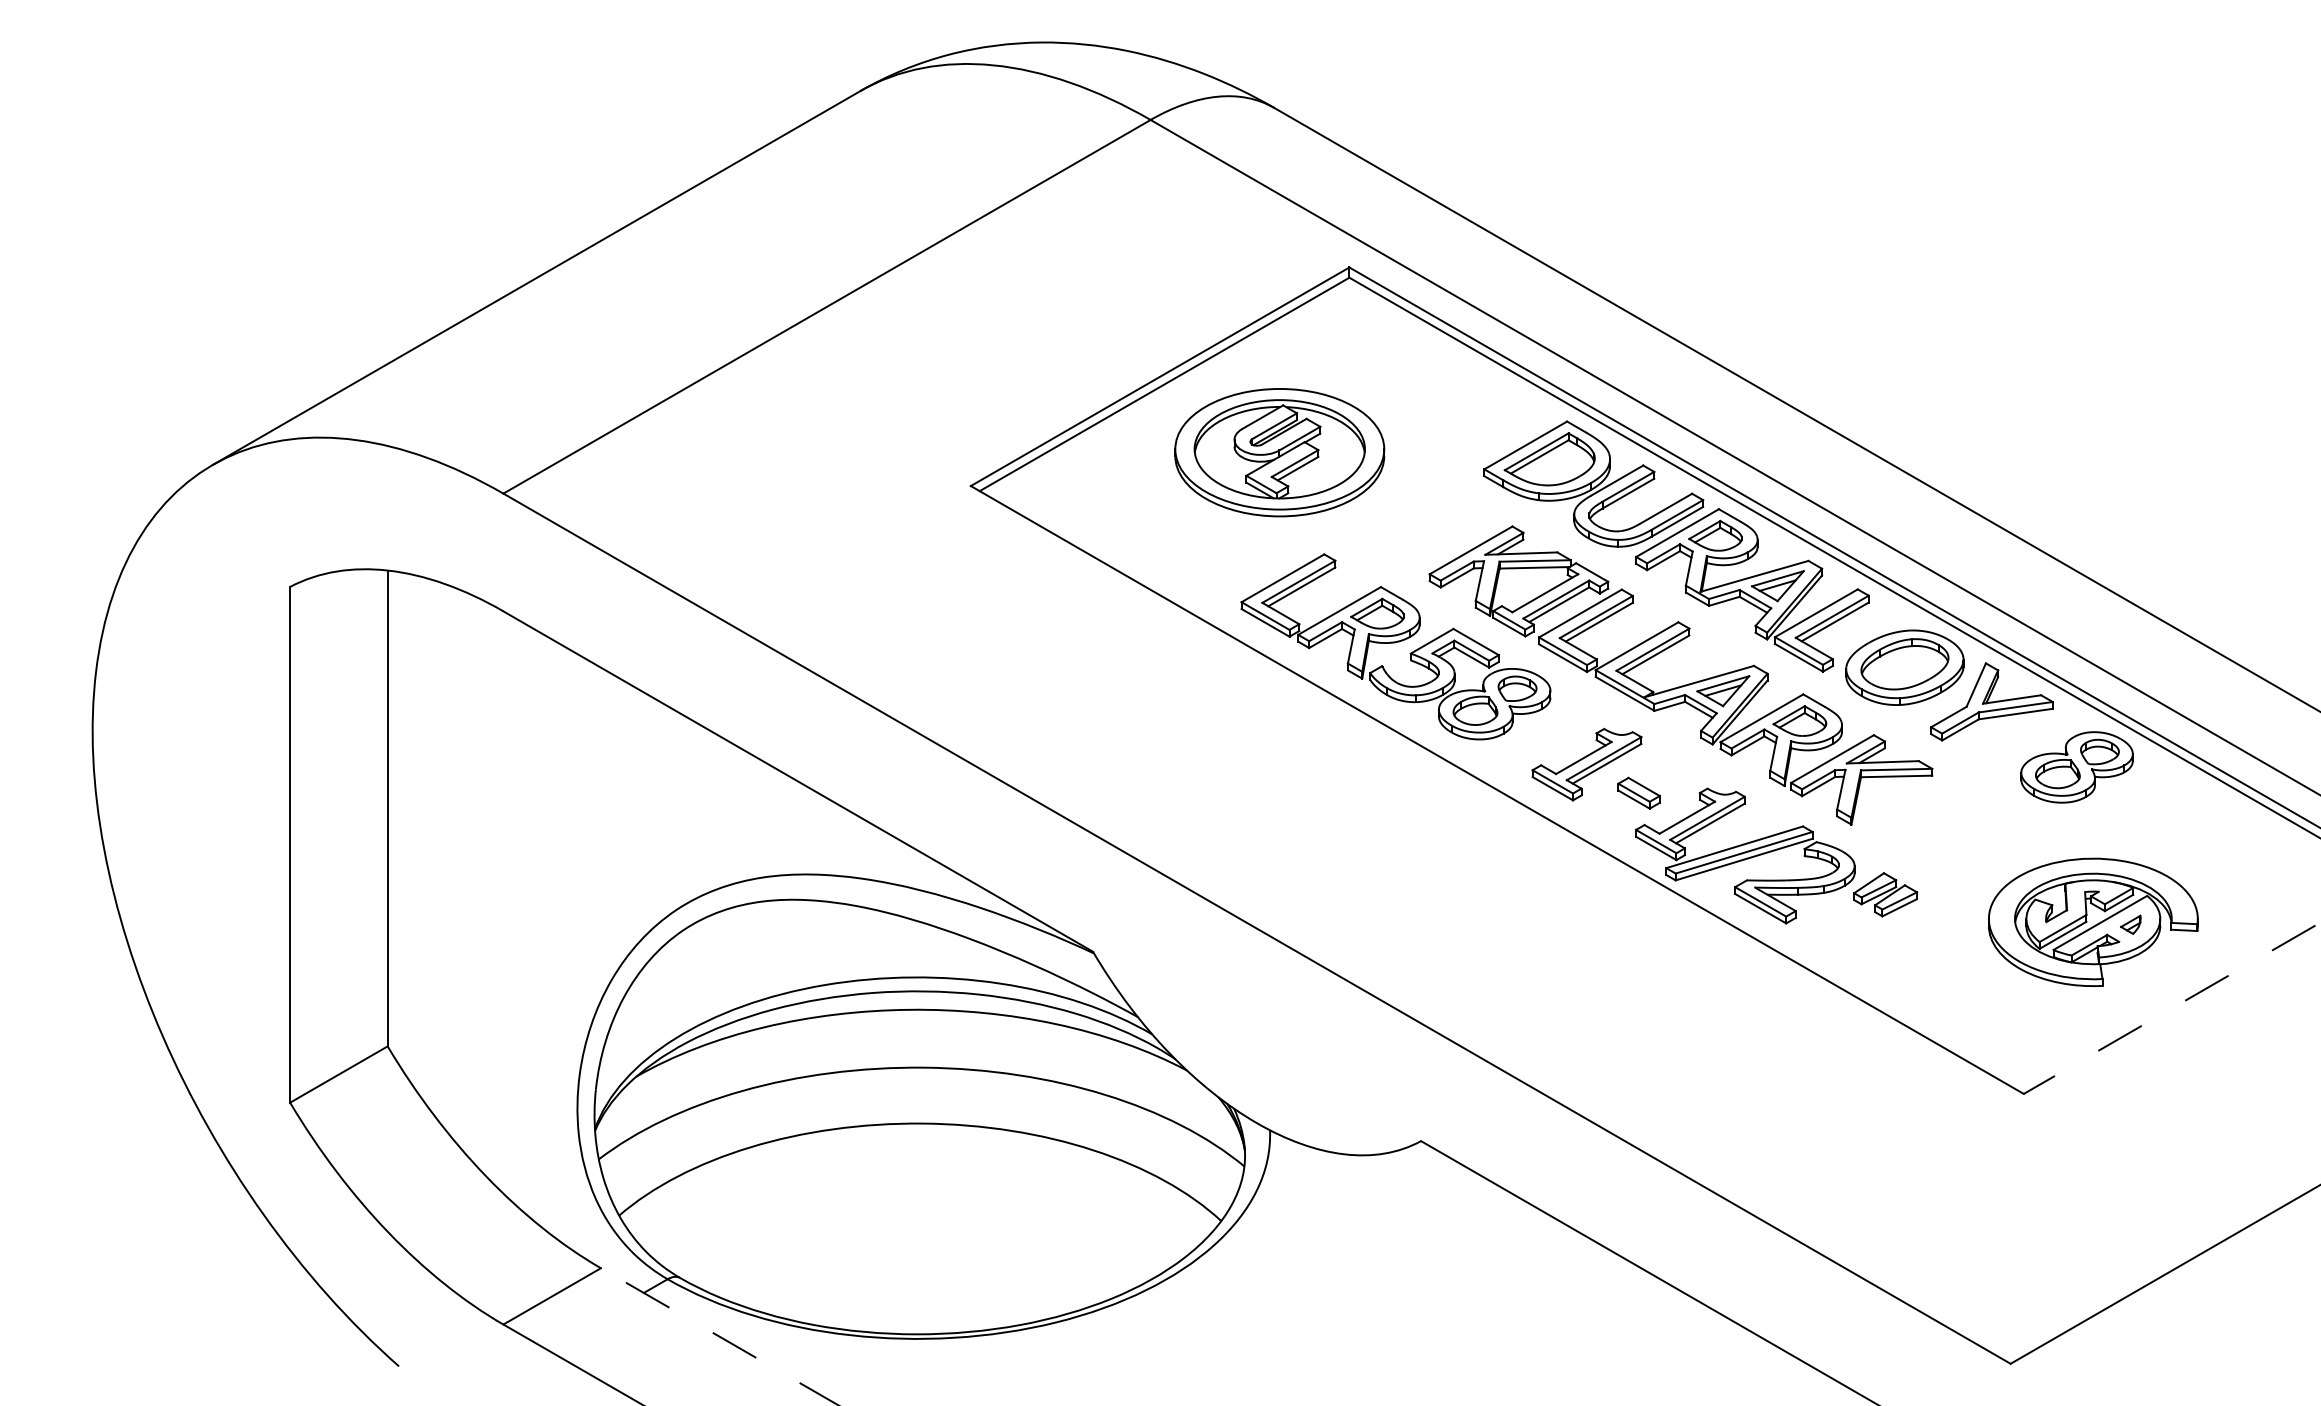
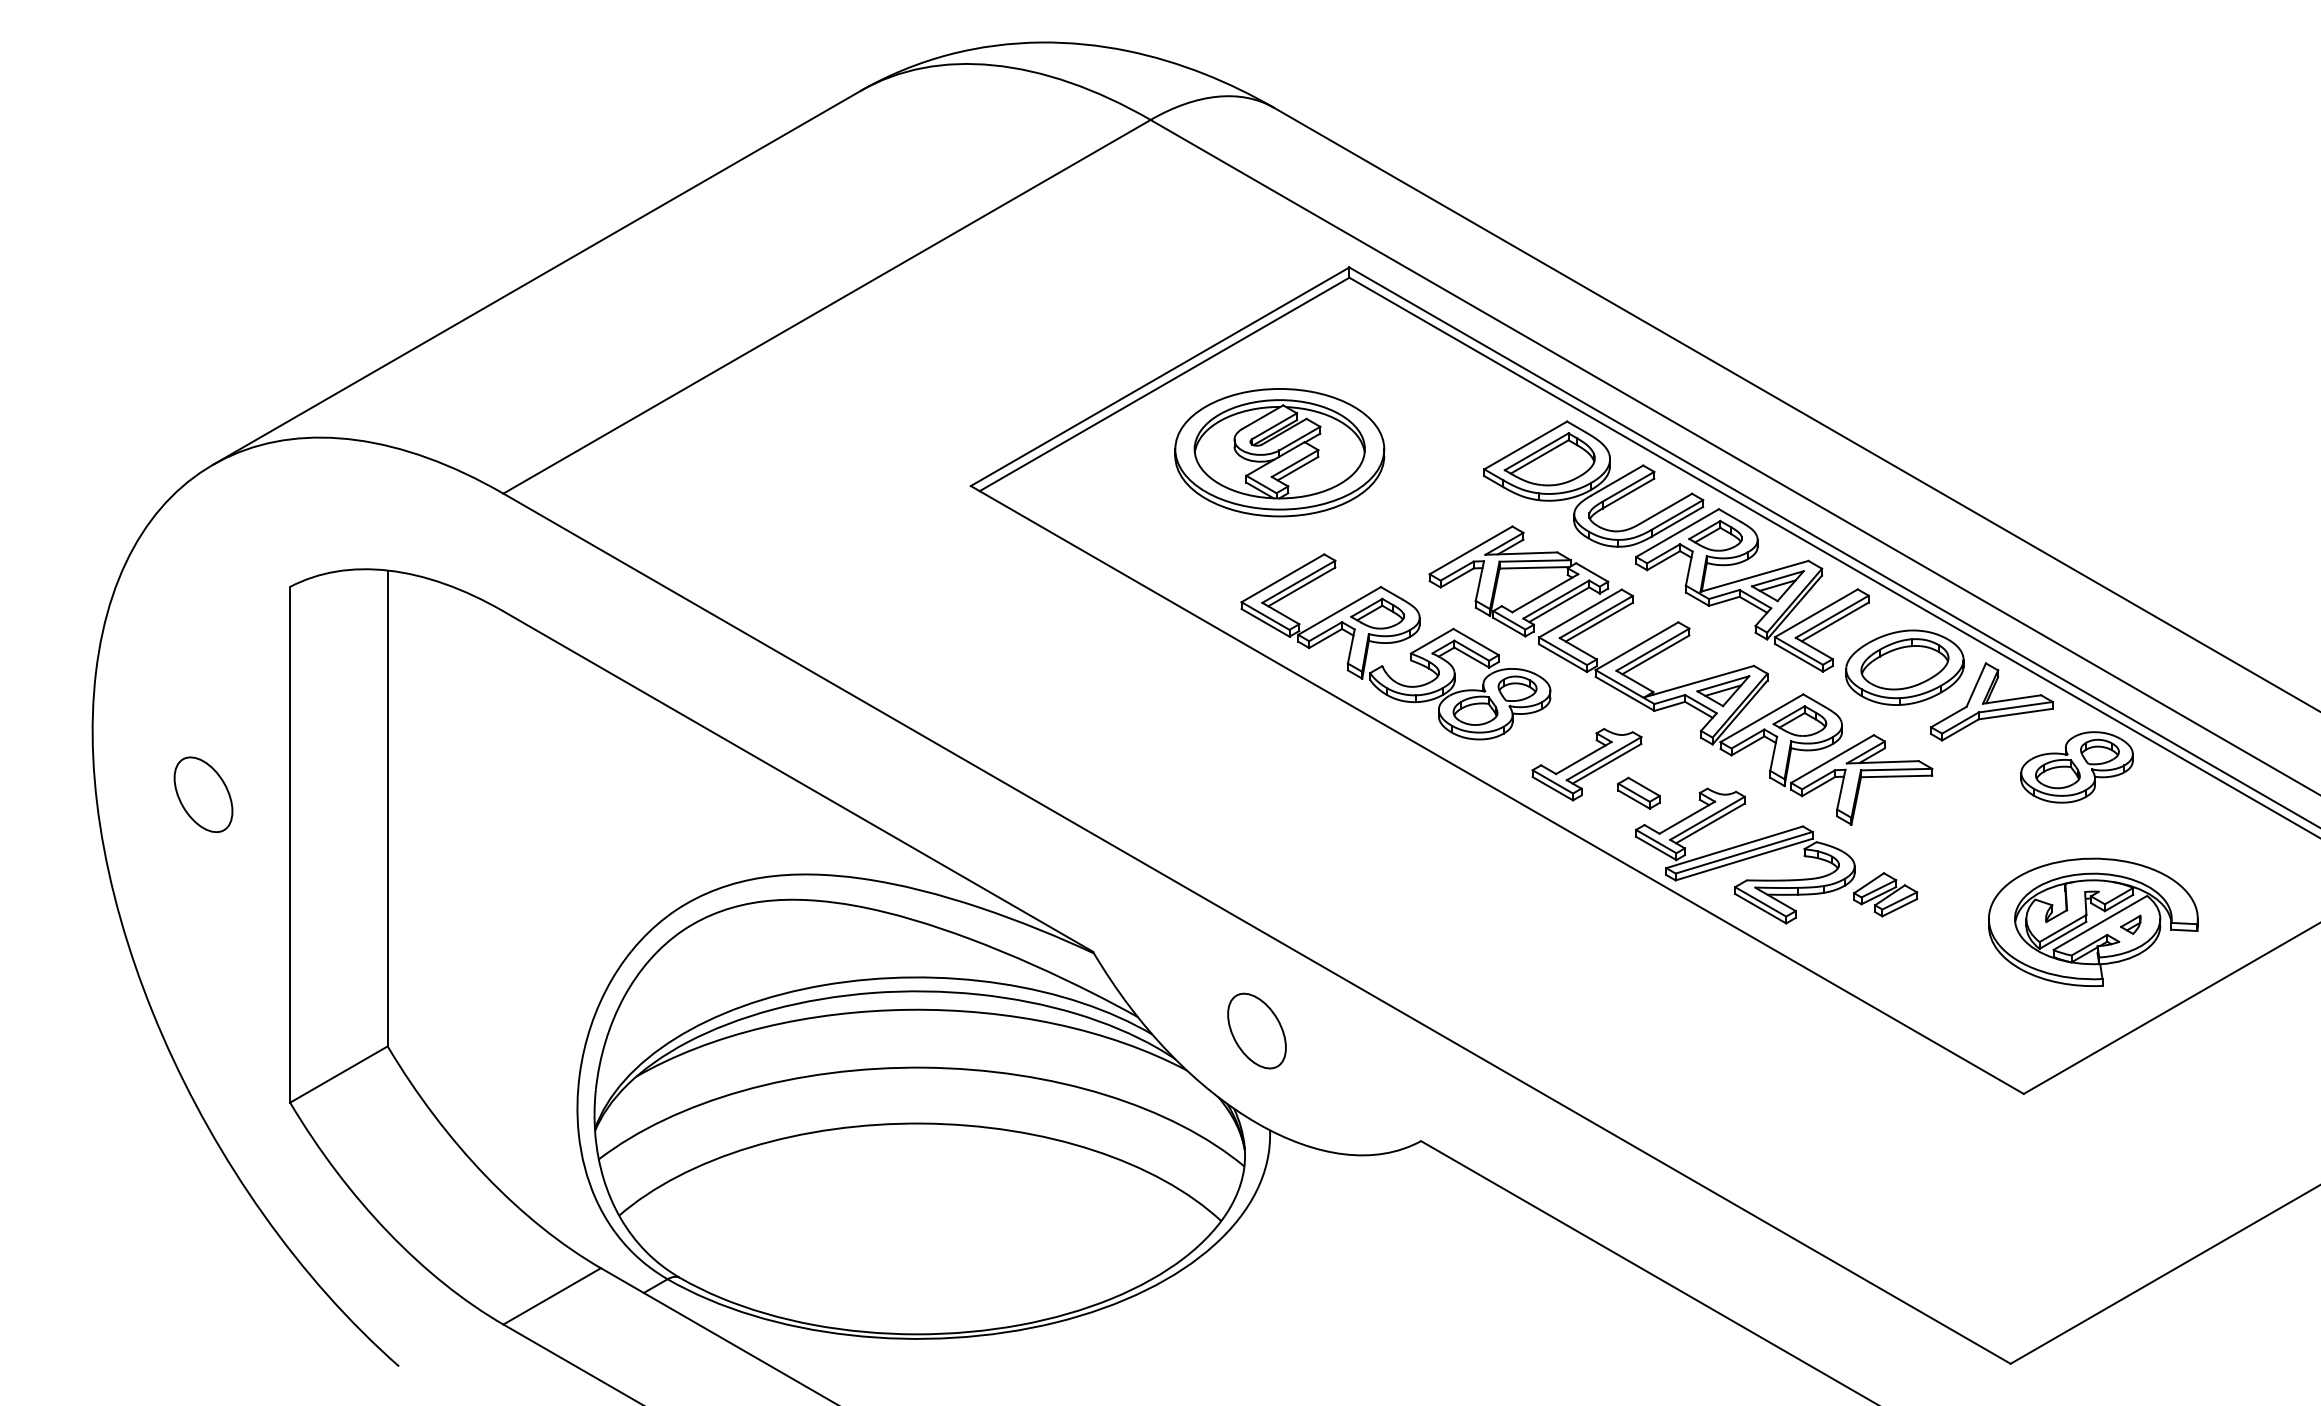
part at (203, 794): none -> present
line at (2171, 1008): dashed -> solid
part at (1256, 1030): none -> present
line at (719, 1336): dashed -> solid
